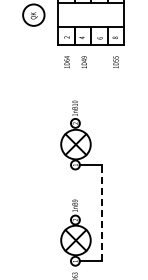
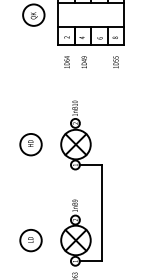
part at (30, 144): none -> present
line at (101, 212): dashed -> solid
part at (30, 240): none -> present
